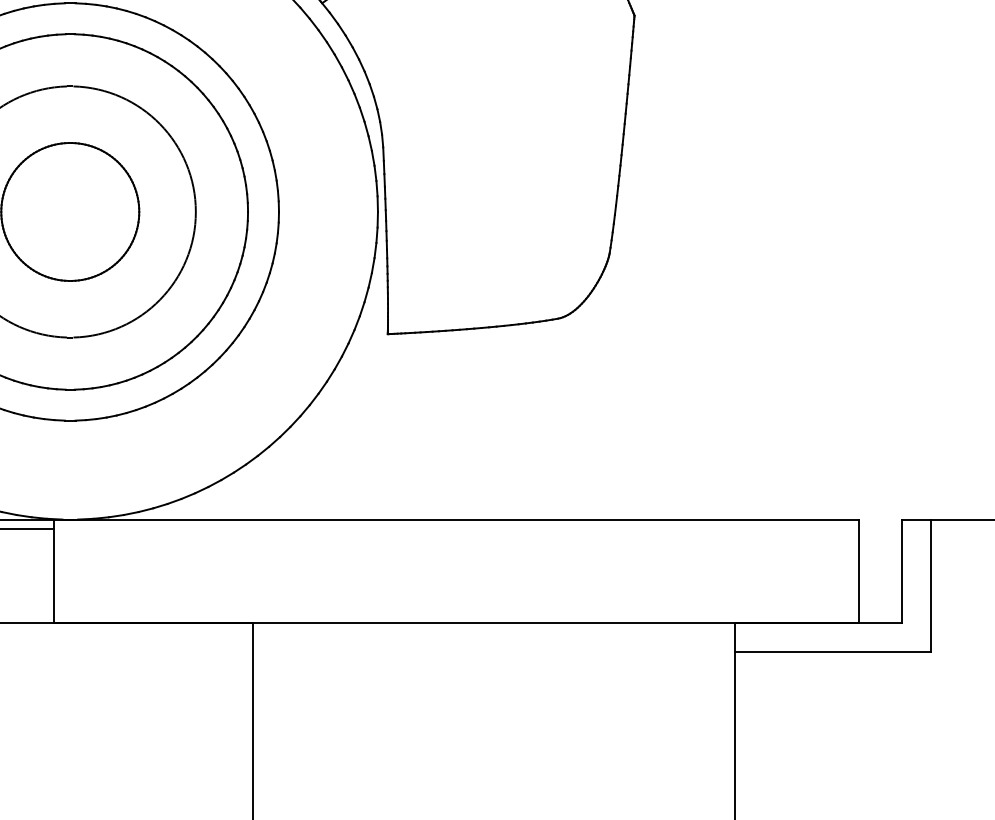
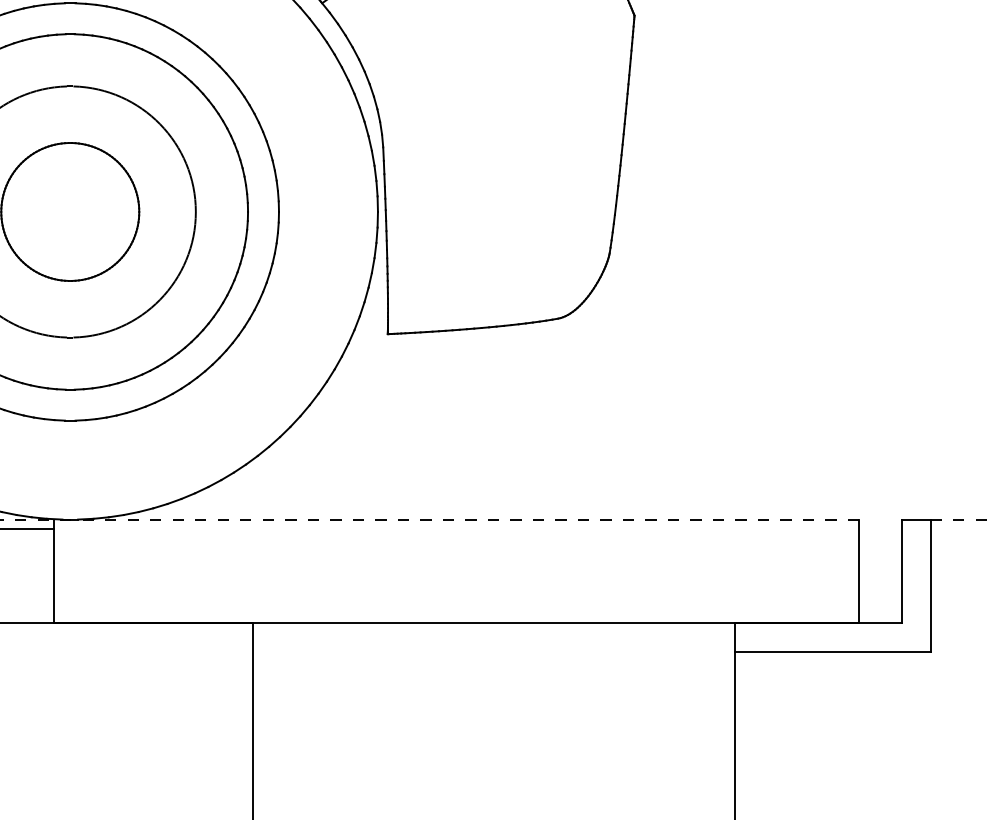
line at (429, 519): solid -> dashed
line at (962, 519): solid -> dashed
